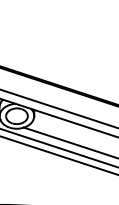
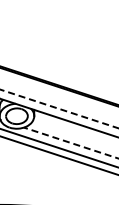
line at (59, 108): solid -> dashed
line at (71, 143): solid -> dashed
